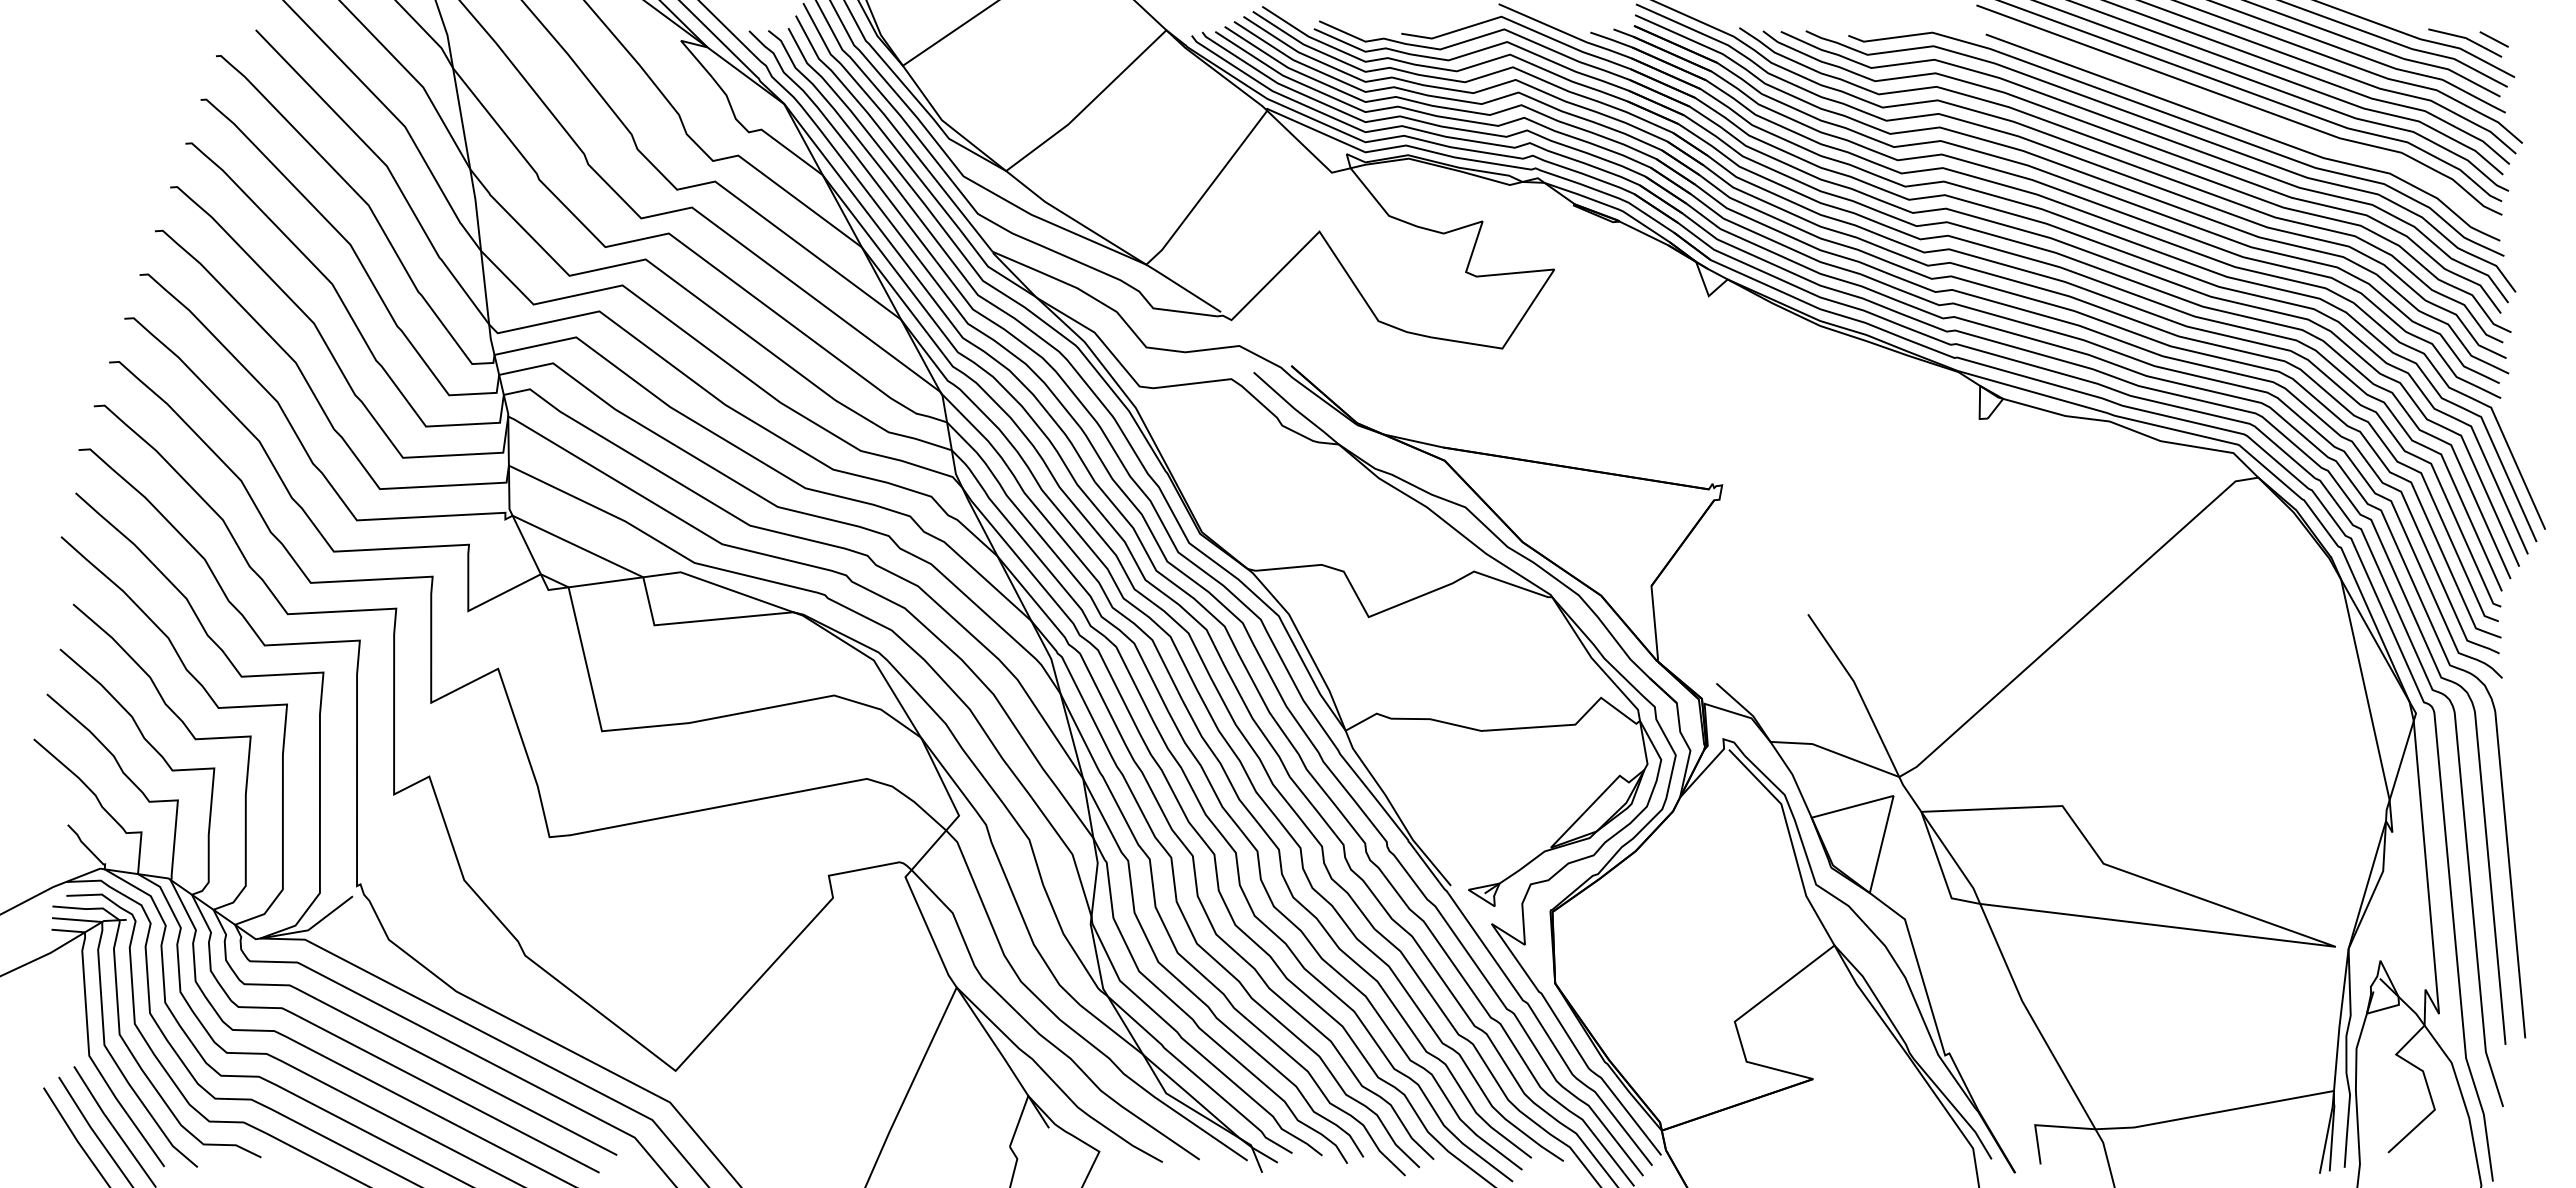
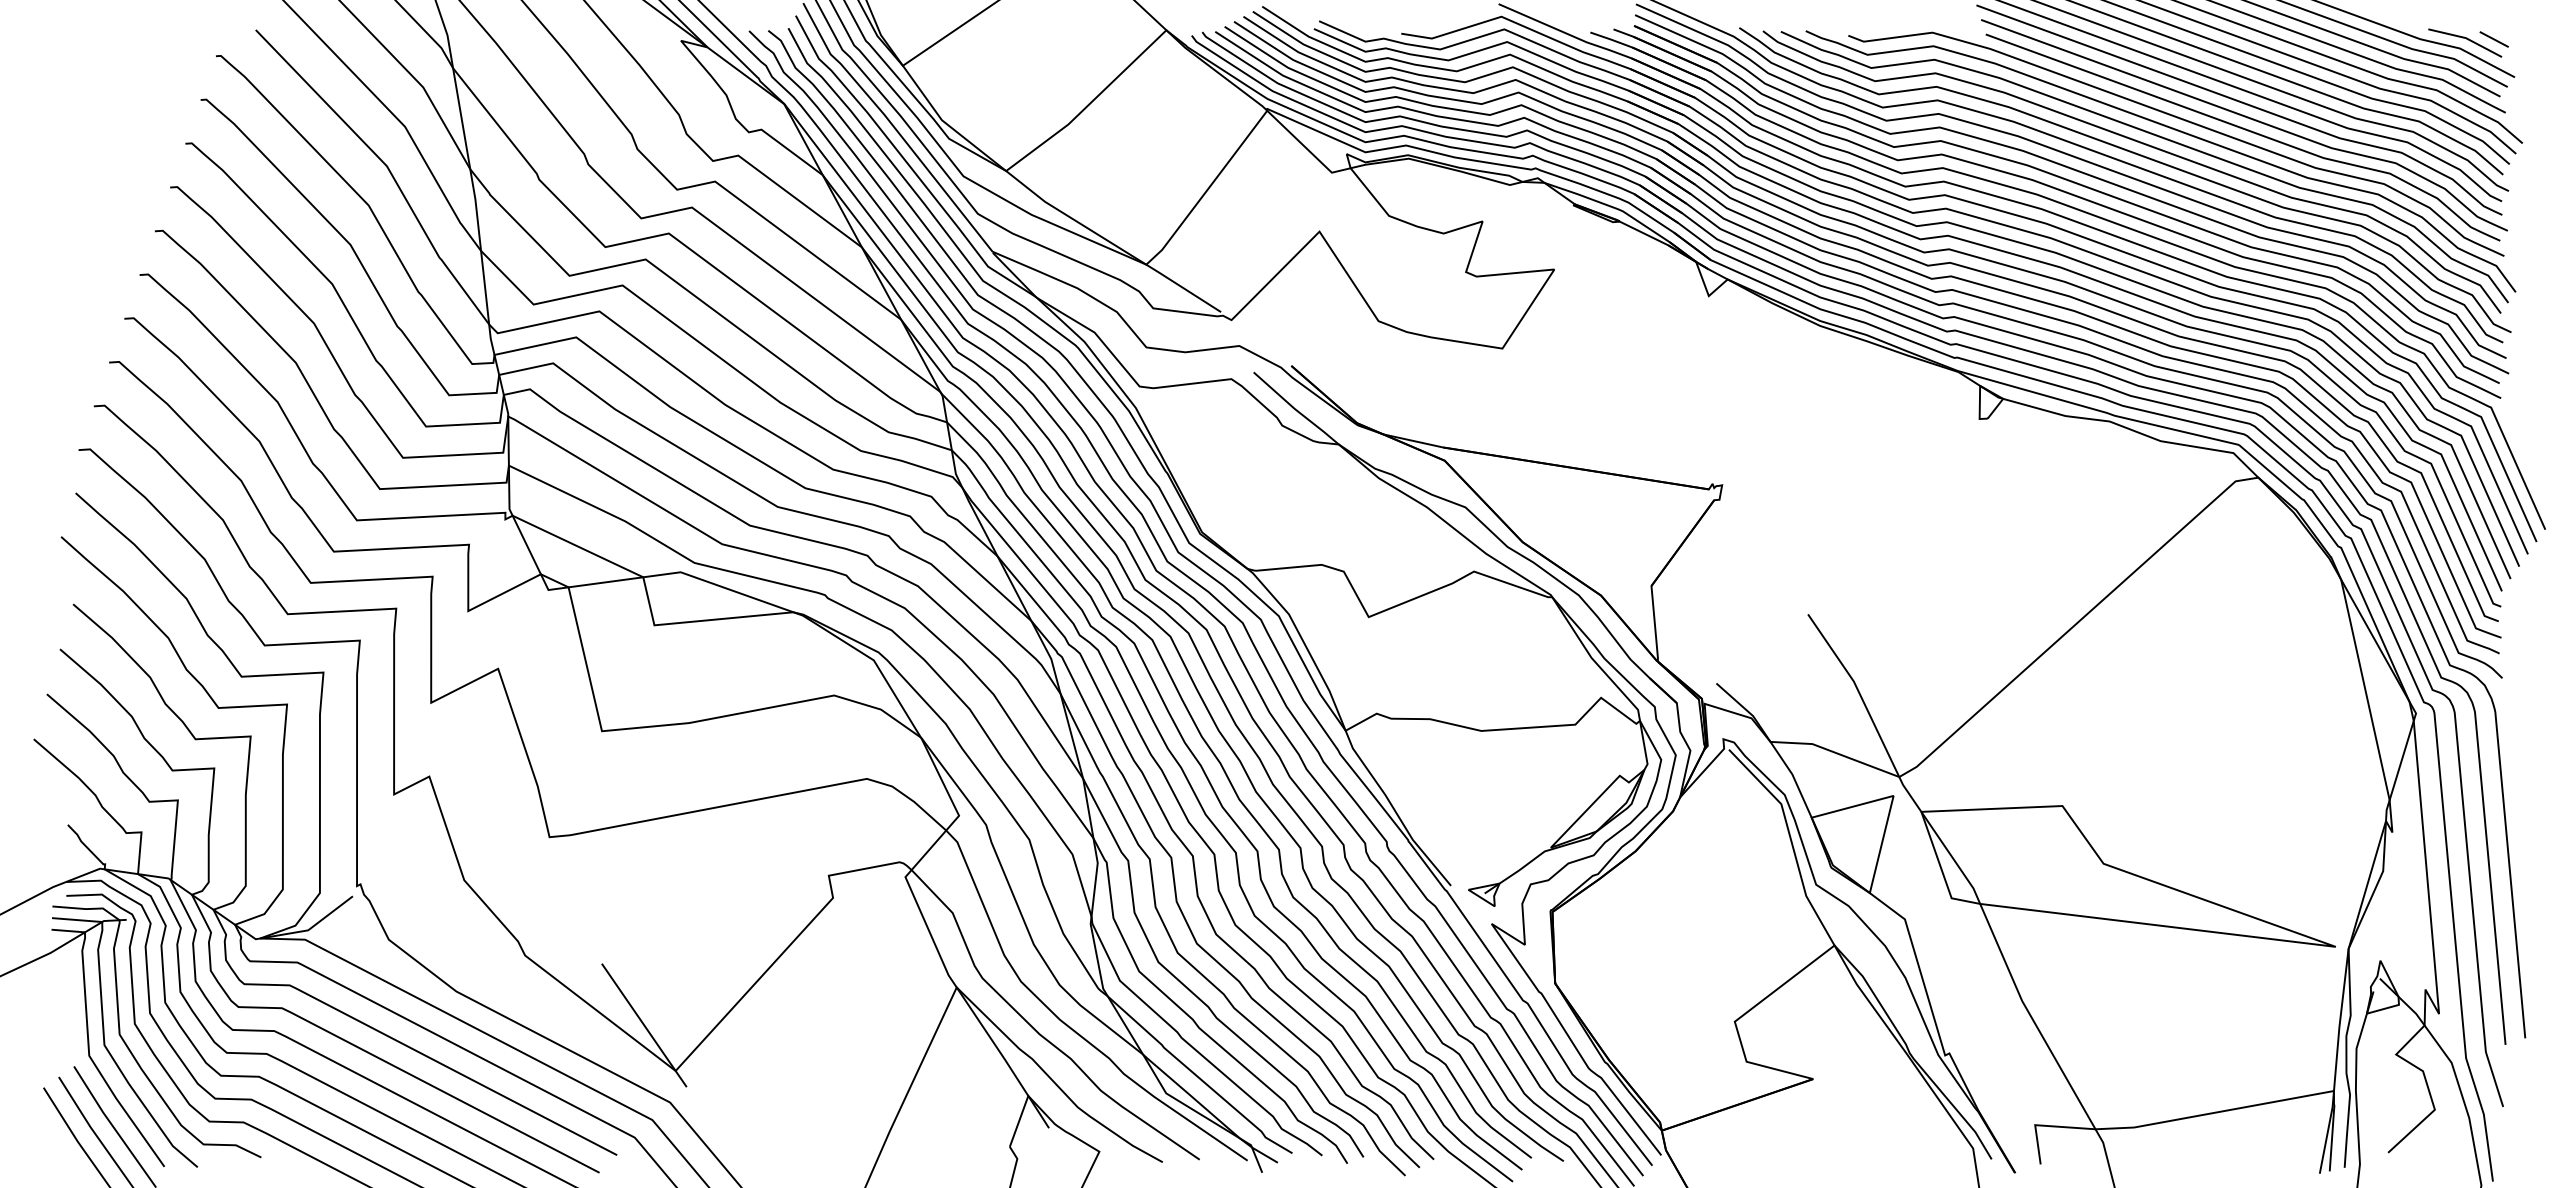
curve at (2247, 118): none -> present
line at (644, 1025): none -> present
